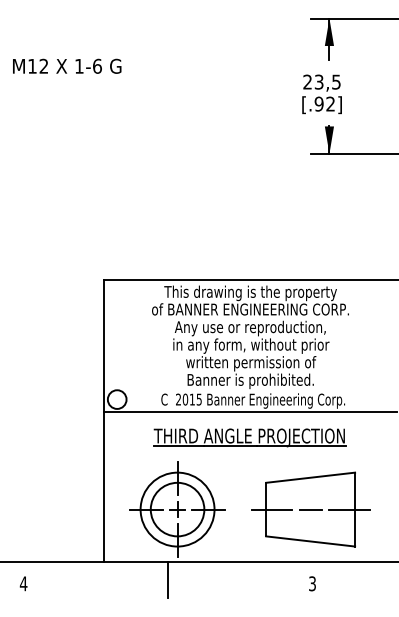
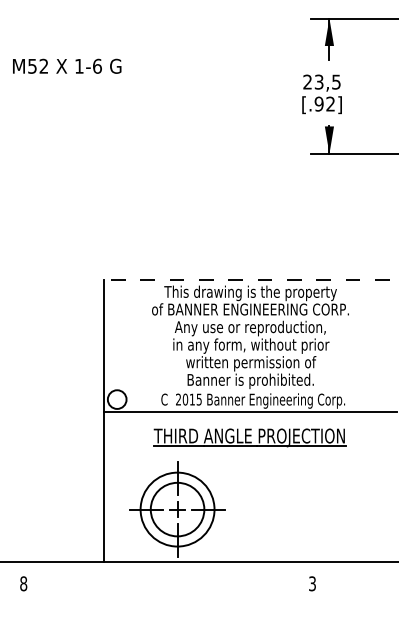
text at (32, 66): M12 -> M52
line at (250, 280): solid -> dashed
part at (310, 509): present -> none
line at (168, 579): present -> none
text at (23, 583): 4 -> 8
